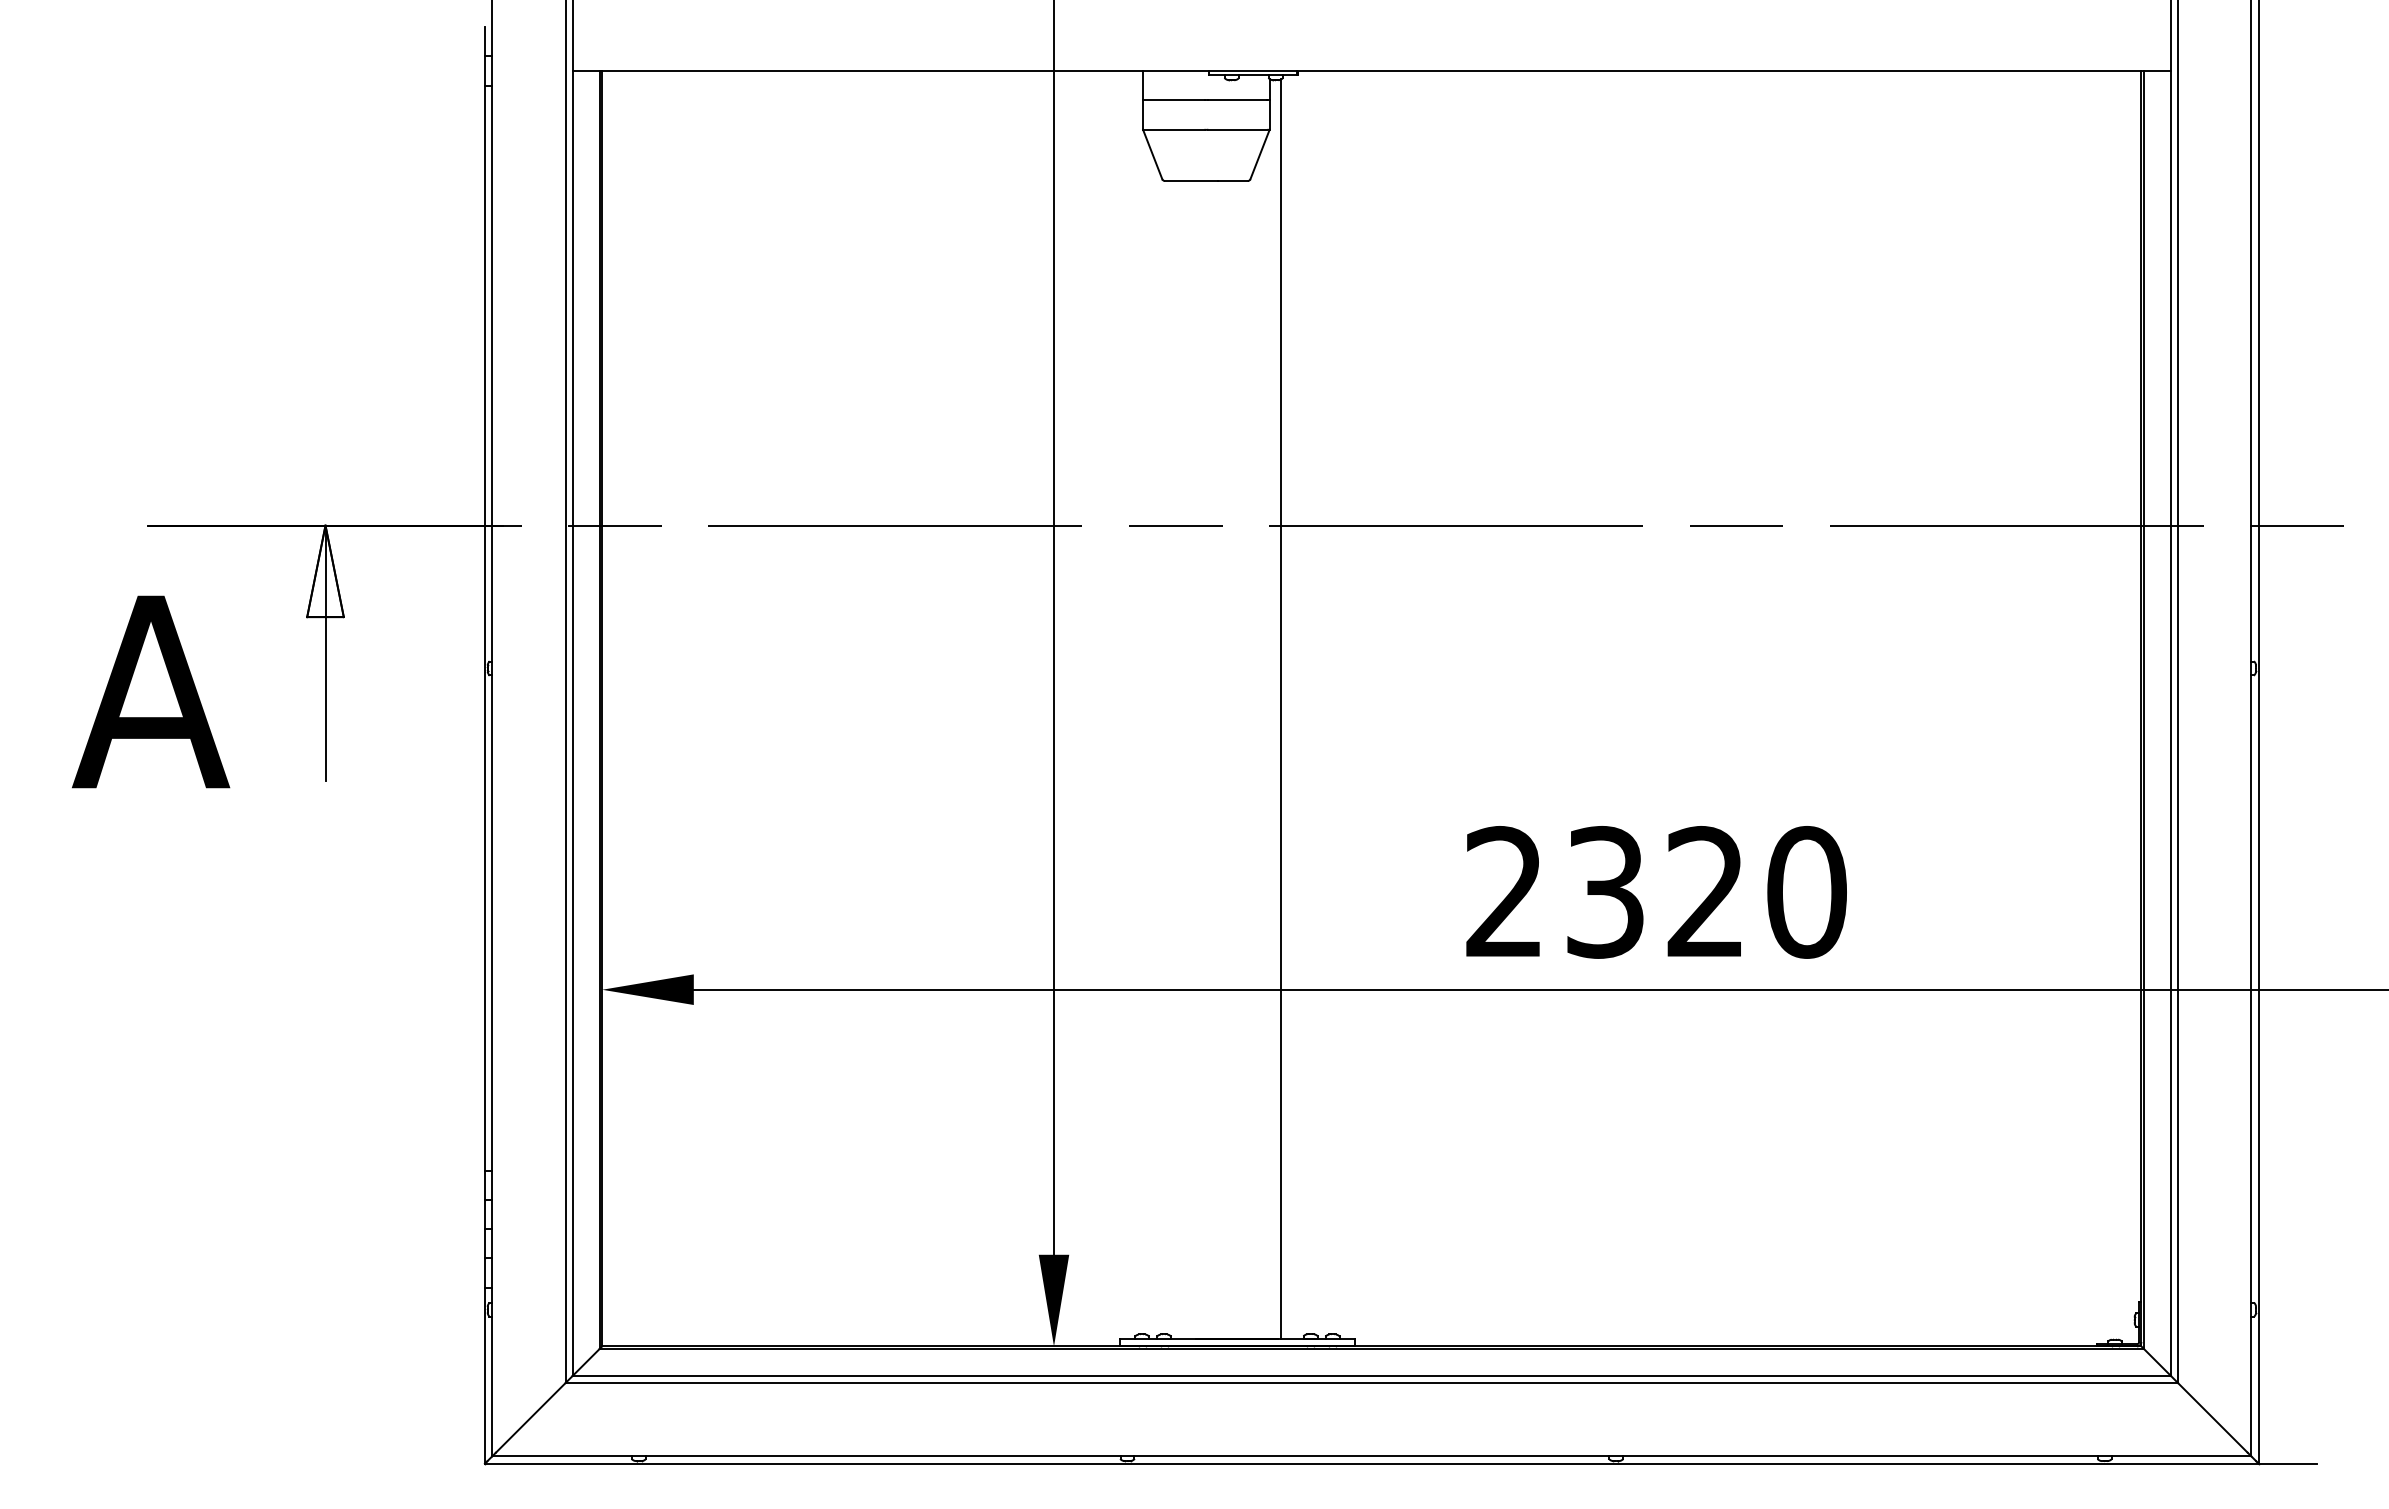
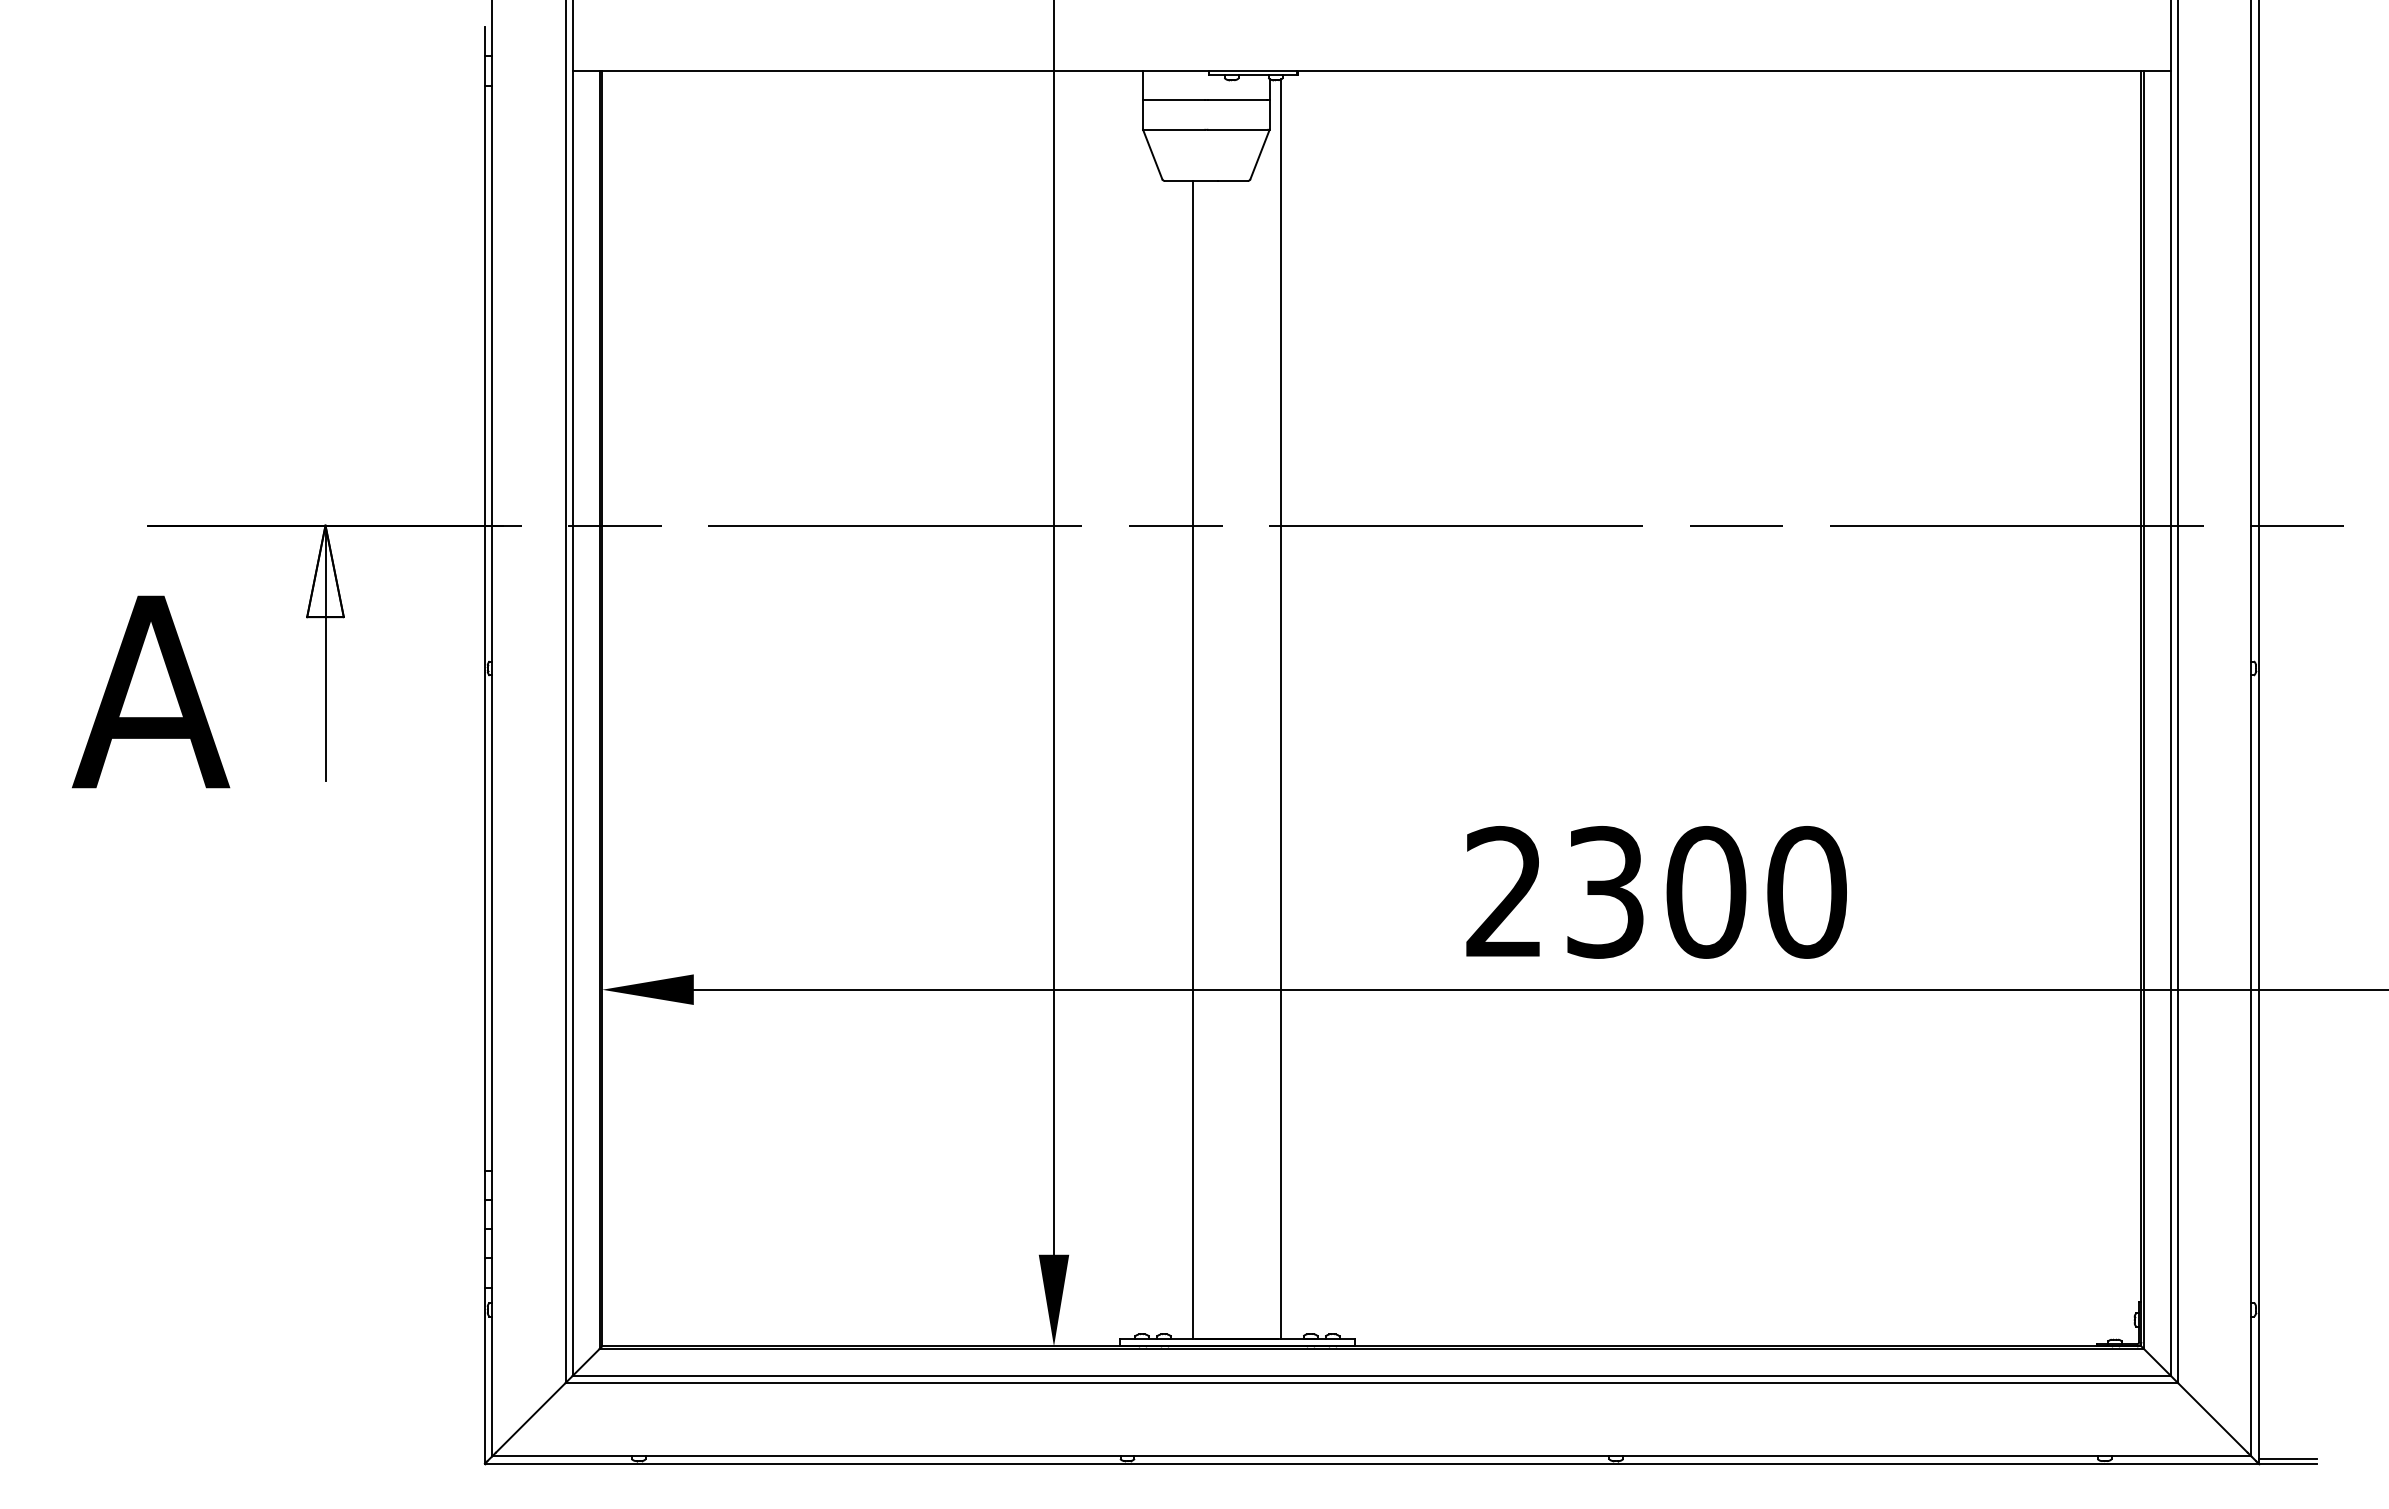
line at (1193, 760): none -> present
text at (1706, 892): 2320 -> 2300
line at (2287, 1459): none -> present
